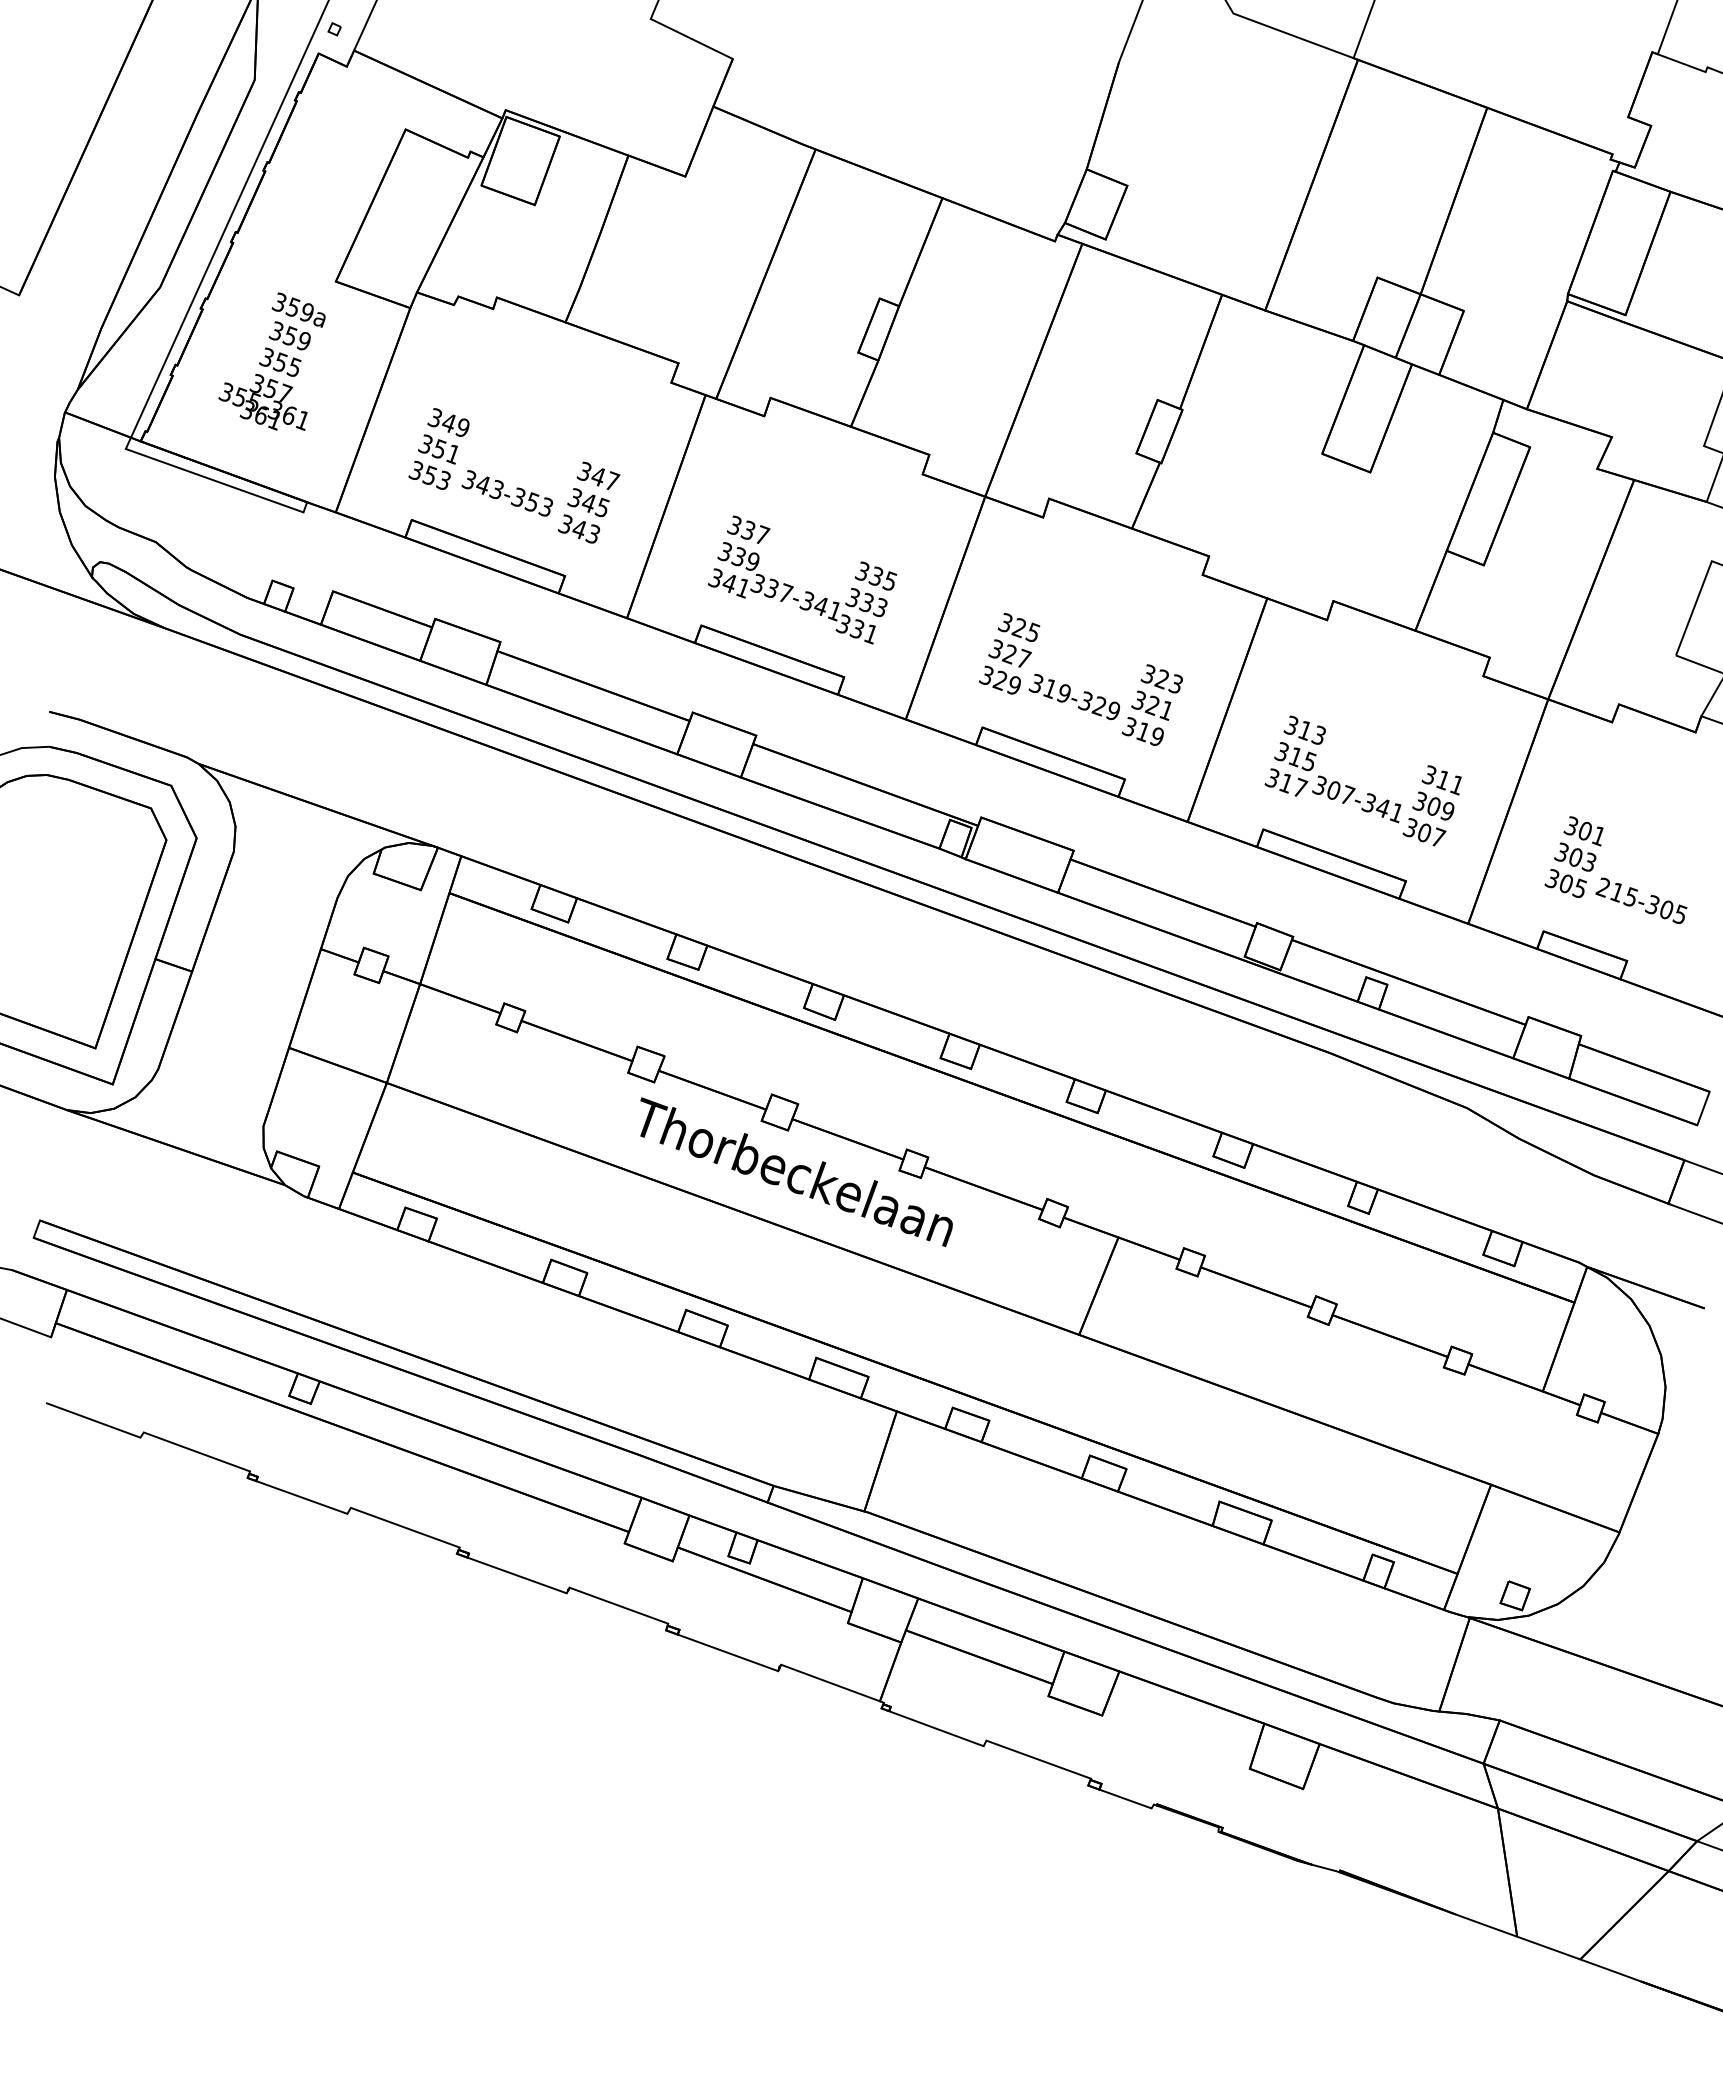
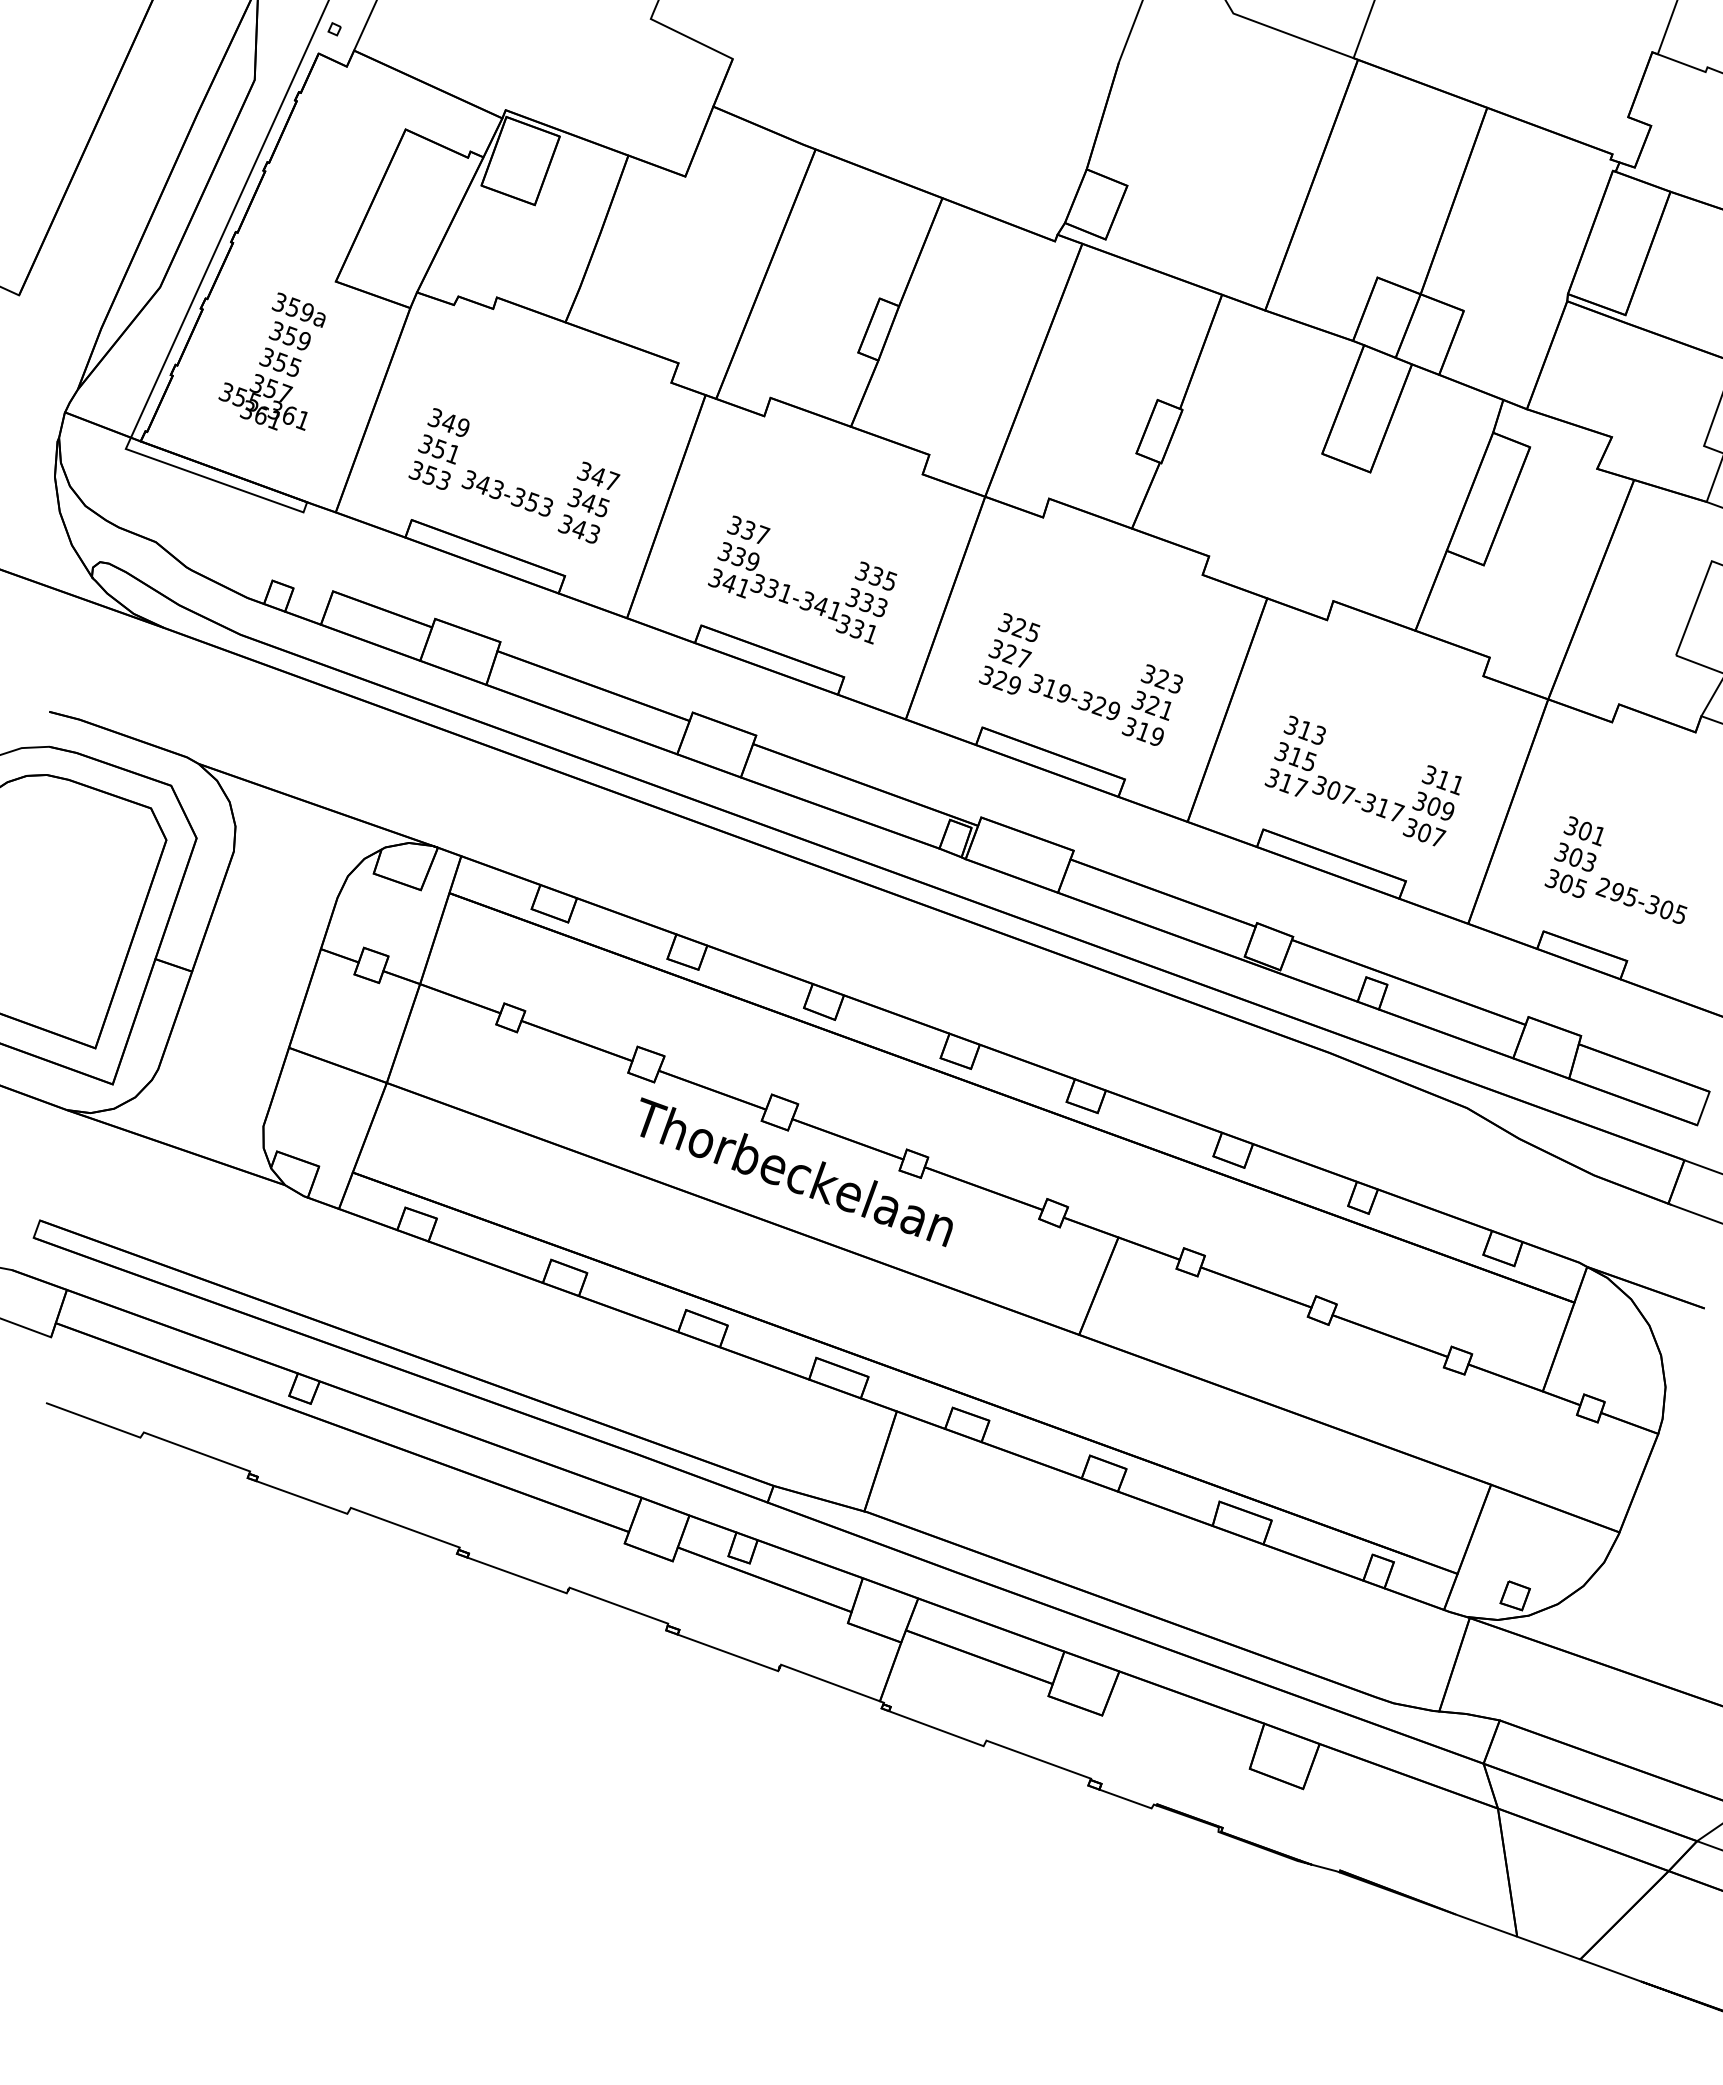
text at (785, 593): 337-341 -> 331-341
text at (1389, 810): 307-341 -> 307-317
text at (1616, 892): 215-305 -> 295-305
